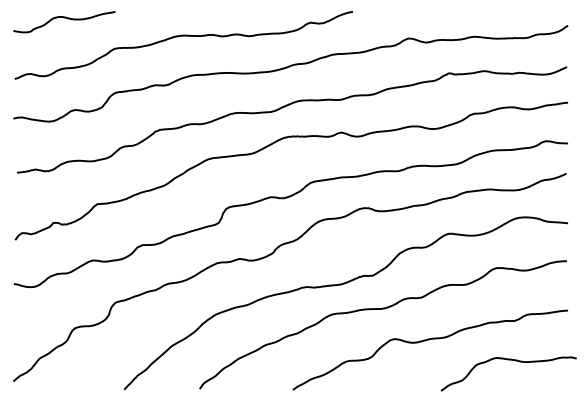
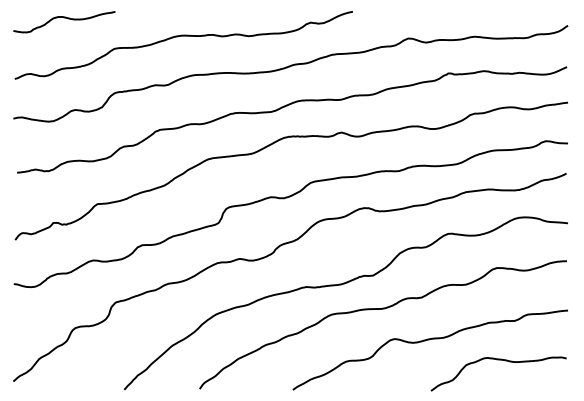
curve at (508, 360) position: (508, 360) -> (498, 360)
